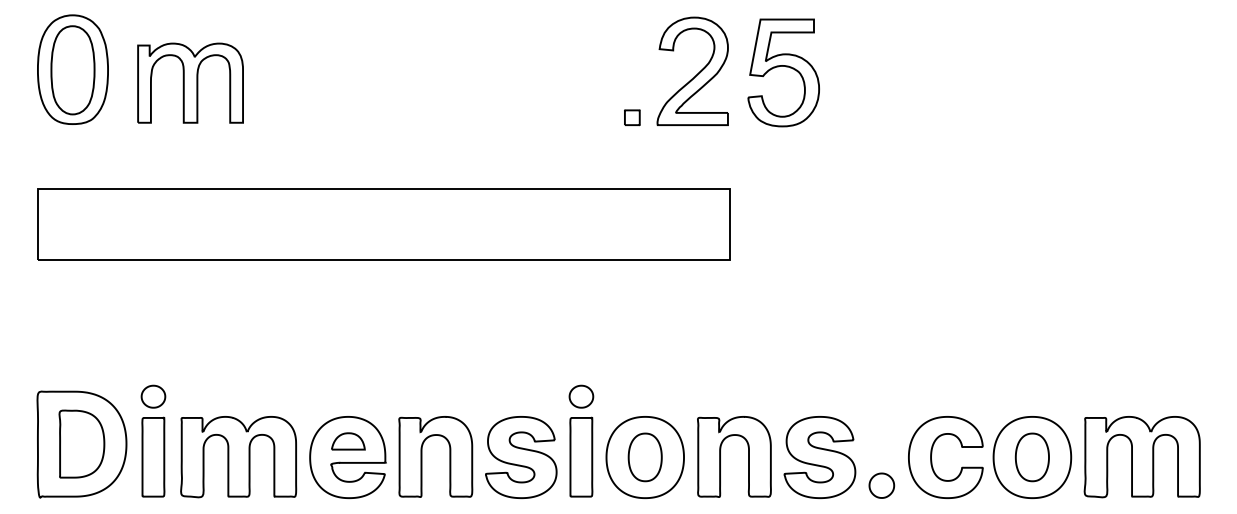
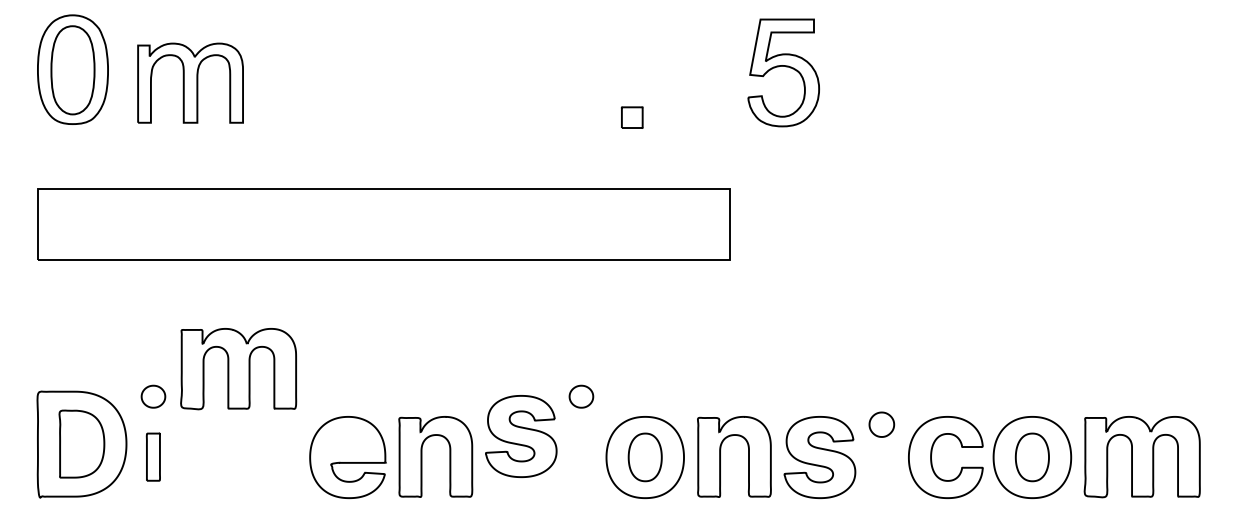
part at (692, 70): present -> none
part at (632, 117) size: 17x18 px -> 24x23 px
part at (348, 441): present -> none
part at (153, 456) size: 25x82 px -> 16x50 px
part at (581, 456): present -> none
part at (238, 457) position: (238, 457) -> (238, 369)
part at (521, 457) position: (521, 457) -> (521, 436)
part at (881, 485) position: (881, 485) -> (881, 424)
